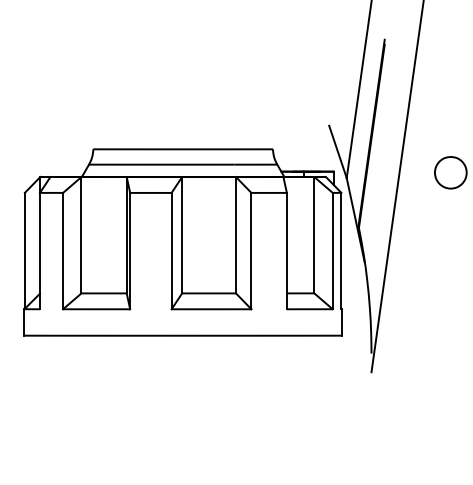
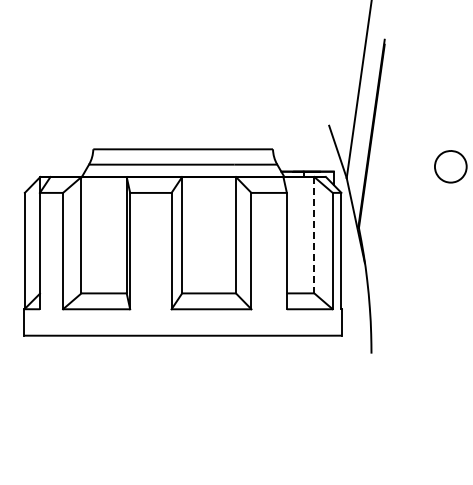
part at (450, 172) position: (450, 172) -> (450, 166)
line at (397, 187): present -> none
line at (314, 235): solid -> dashed
